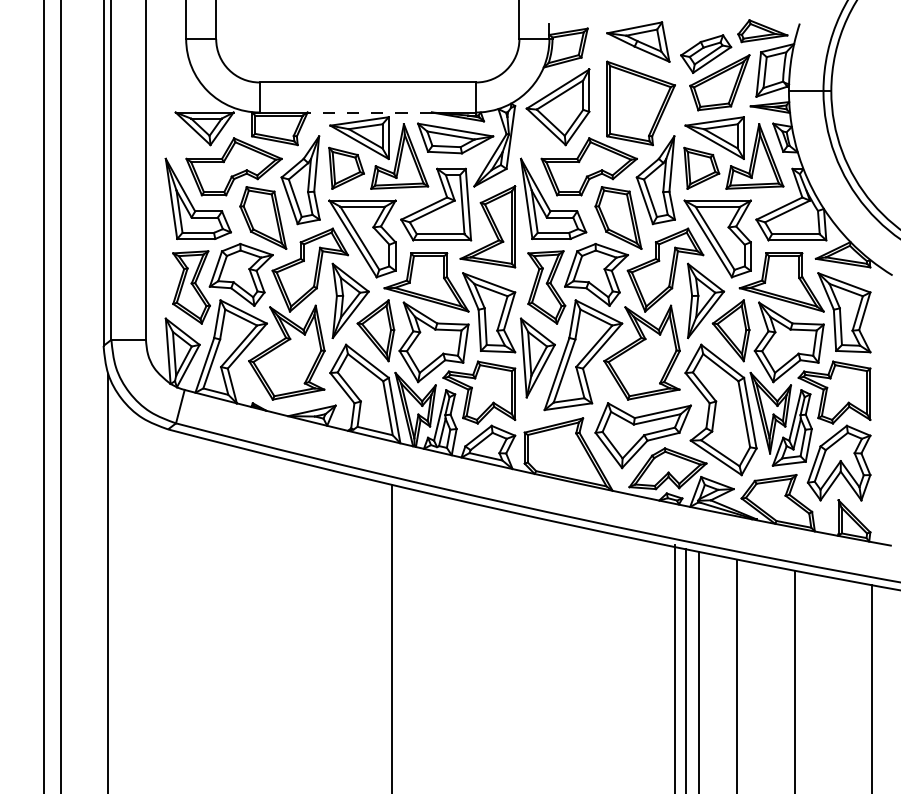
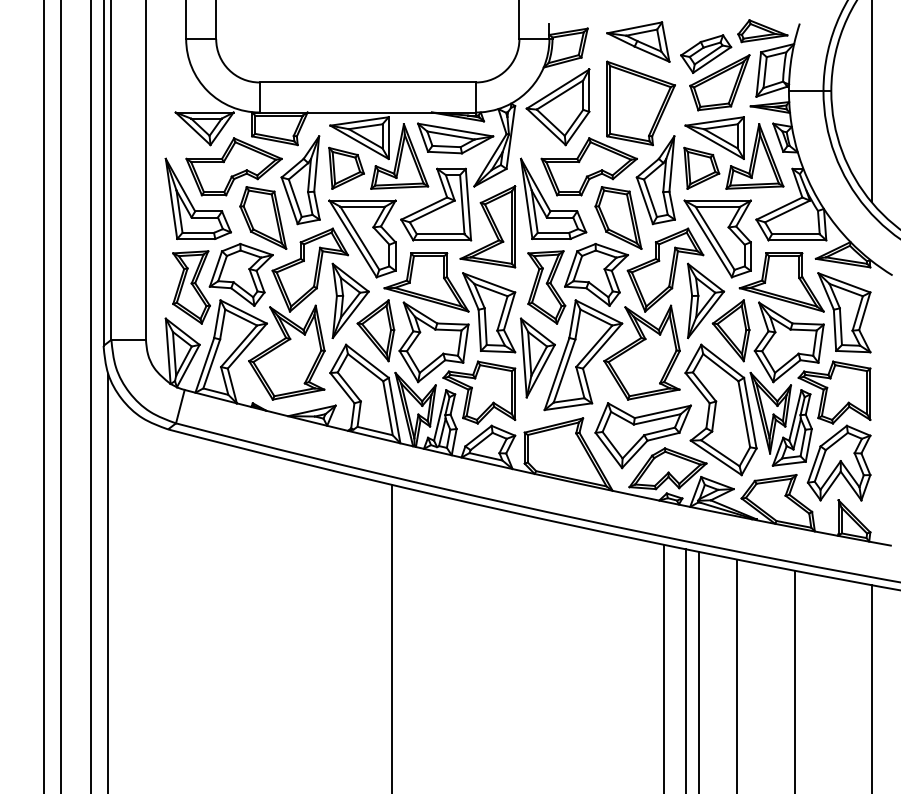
line at (871, 102): none -> present
line at (369, 112): dashed -> solid
line at (91, 396): none -> present
line at (675, 667) position: (675, 667) -> (664, 667)
